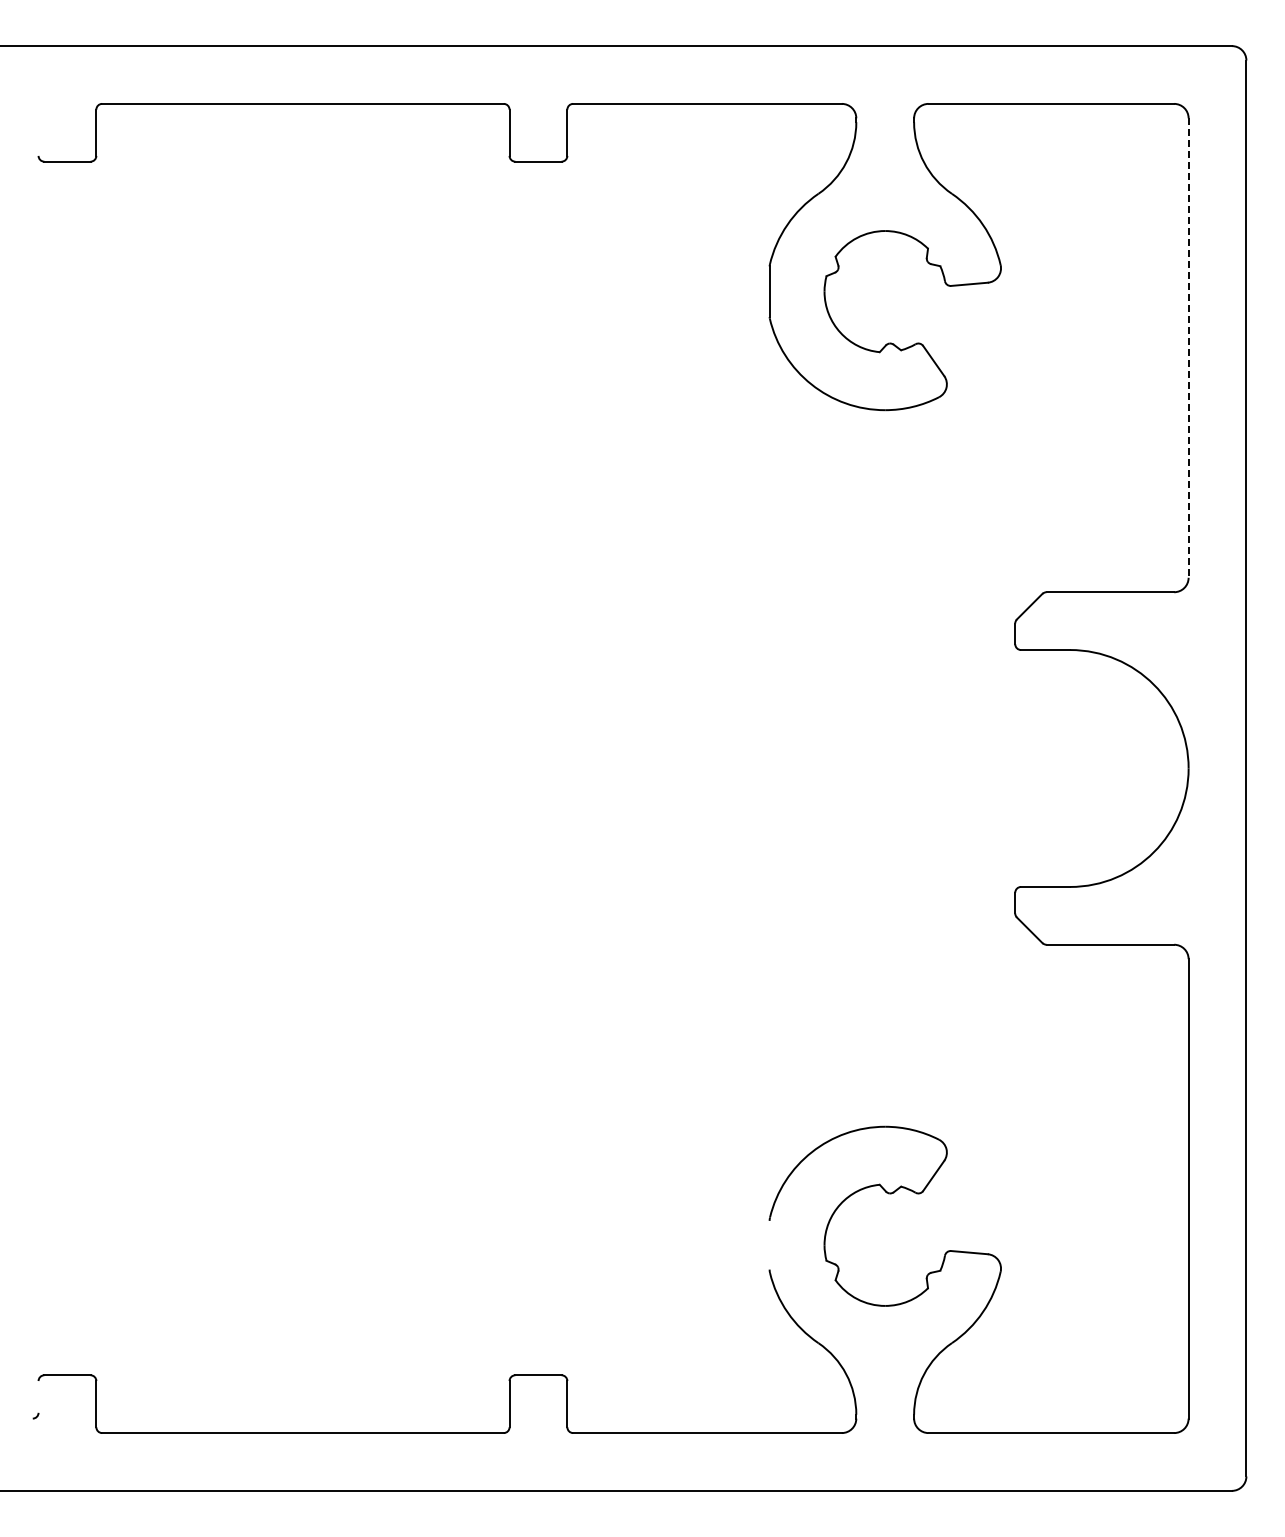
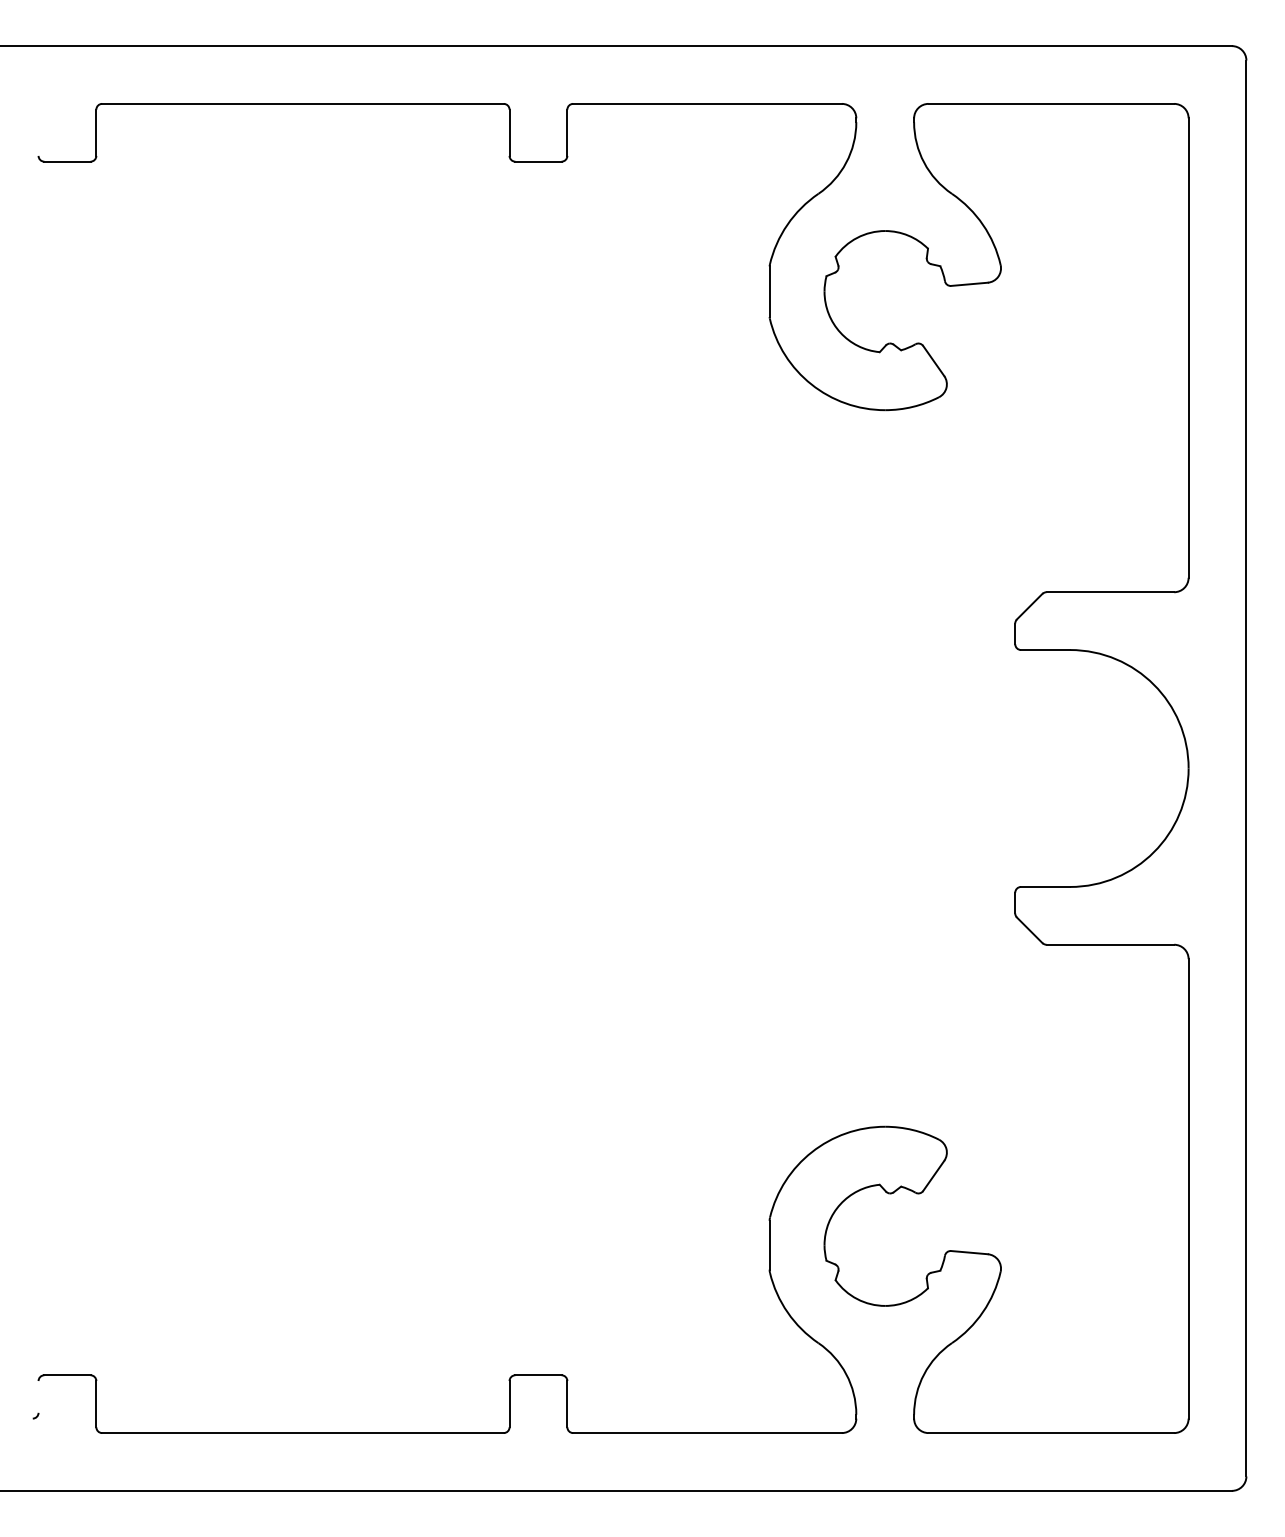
line at (1188, 348): dashed -> solid
line at (769, 1244): none -> present
